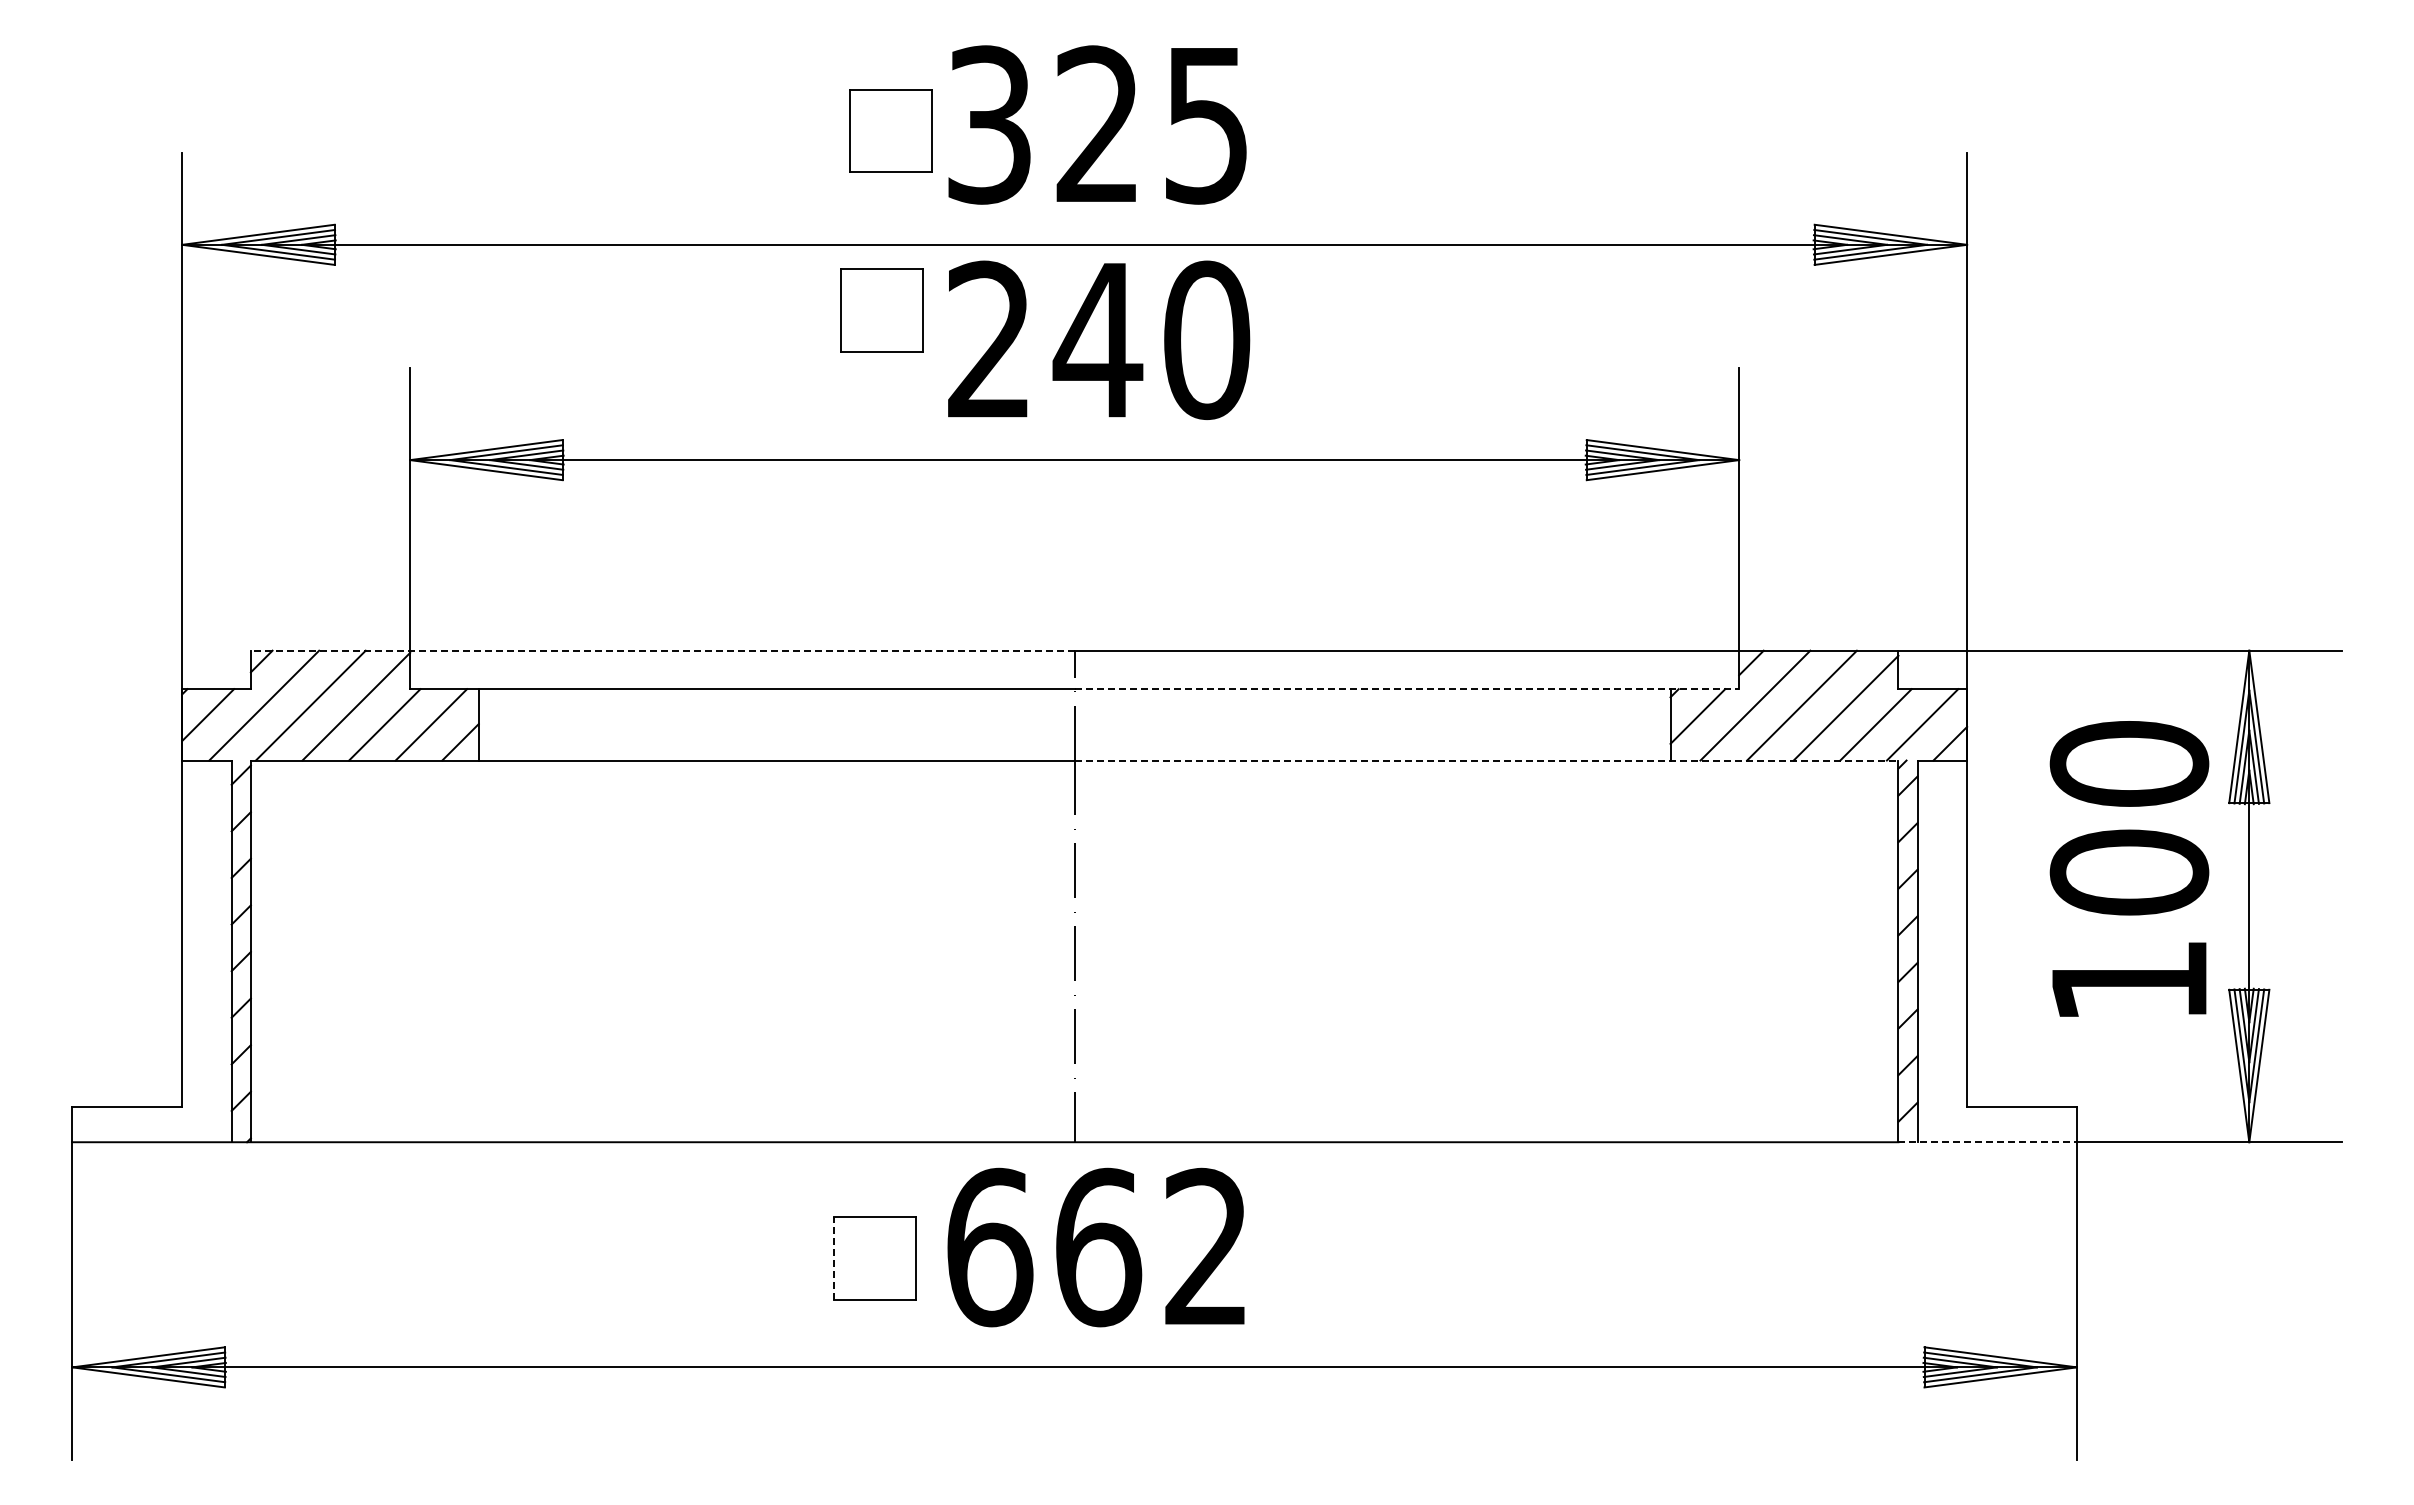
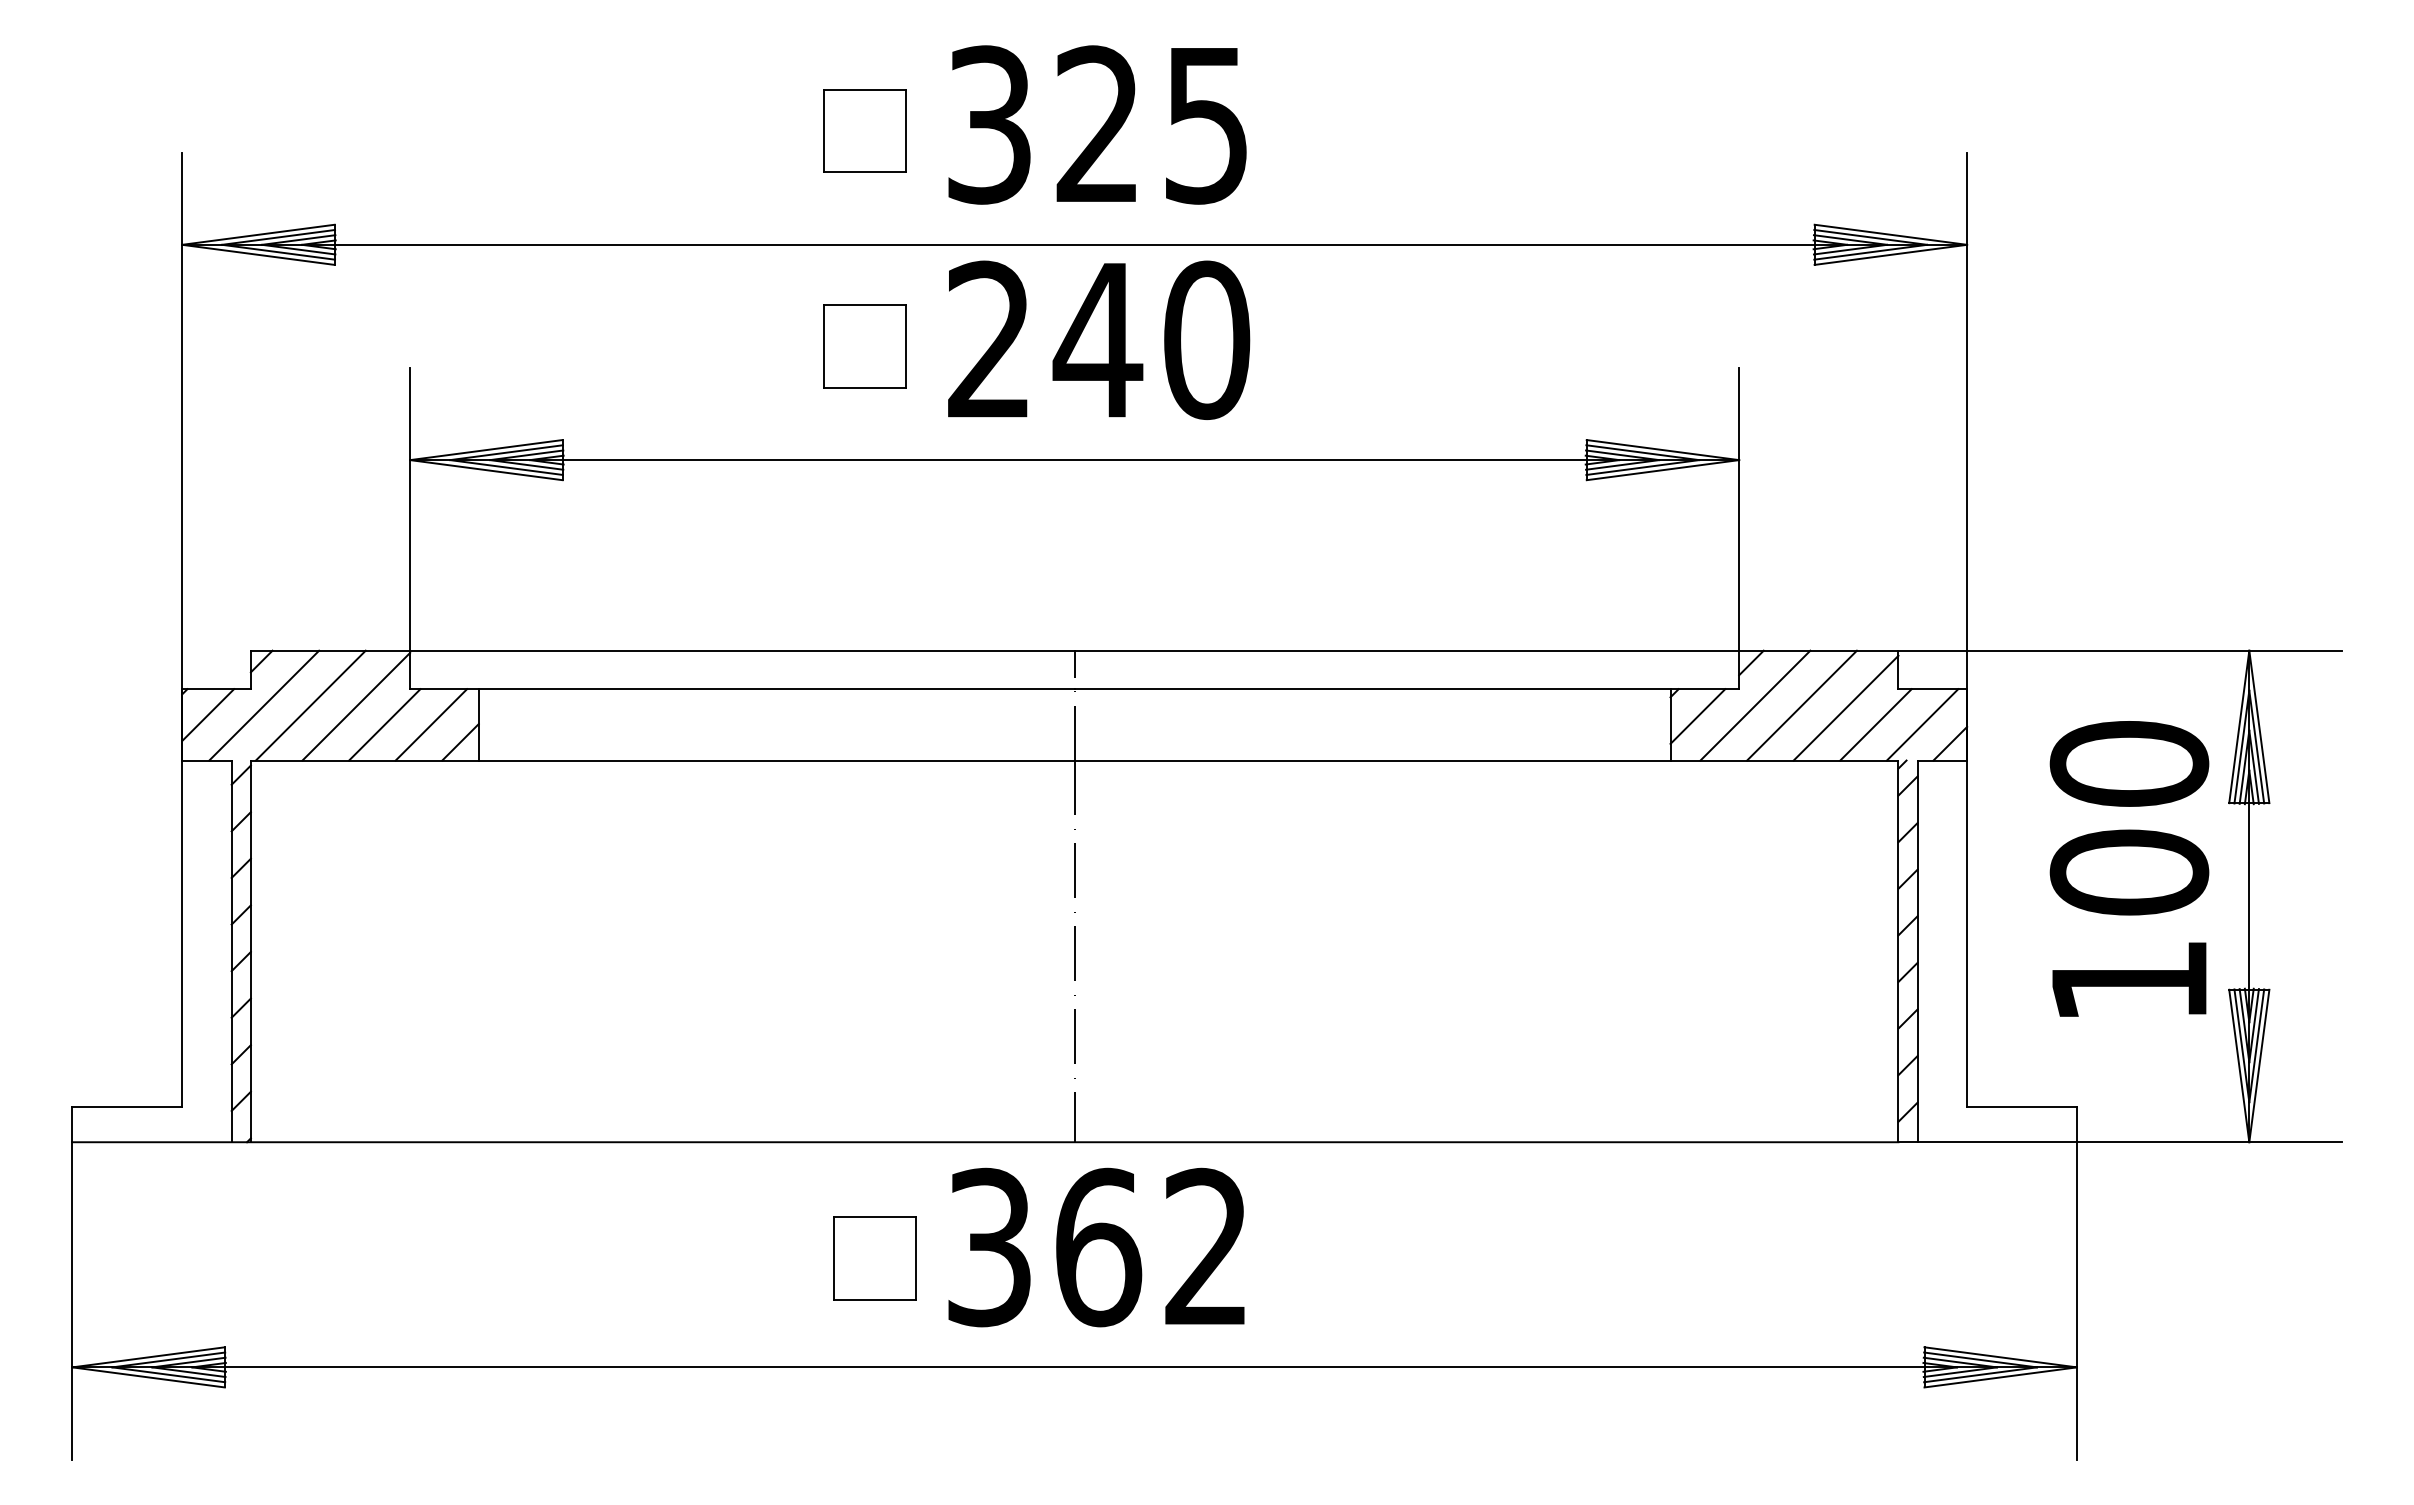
part at (890, 130) position: (890, 130) -> (864, 130)
part at (881, 310) position: (881, 310) -> (864, 346)
line at (662, 650): dashed -> solid
line at (1407, 689): dashed -> solid
line at (1486, 760): dashed -> solid
line at (1988, 1142): dashed -> solid
text at (990, 1247): 662 -> 362
line at (833, 1257): dashed -> solid
